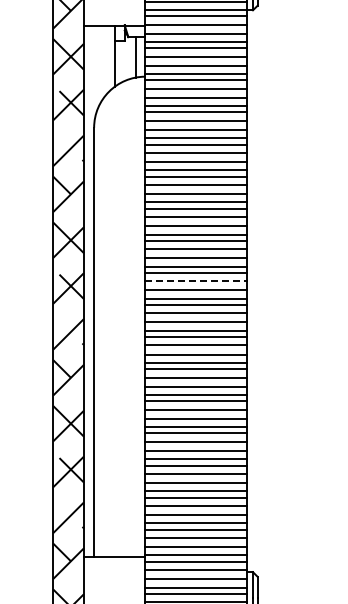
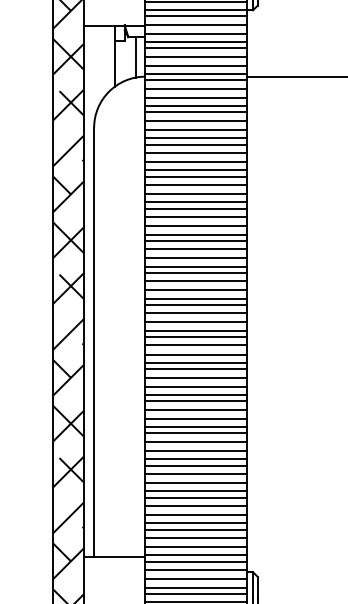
line at (295, 76): none -> present
line at (196, 281): dashed -> solid
